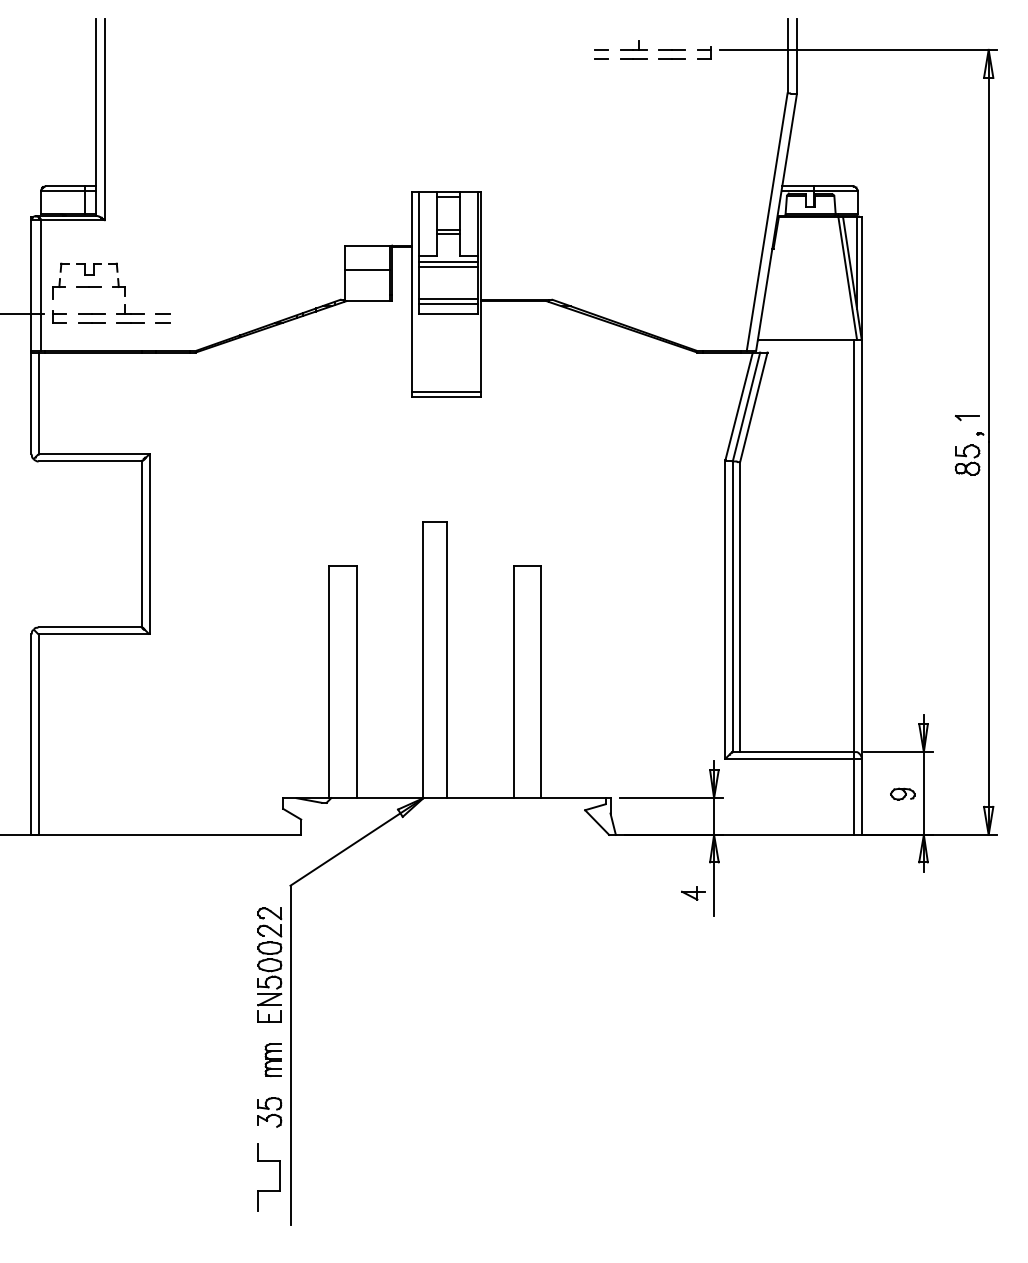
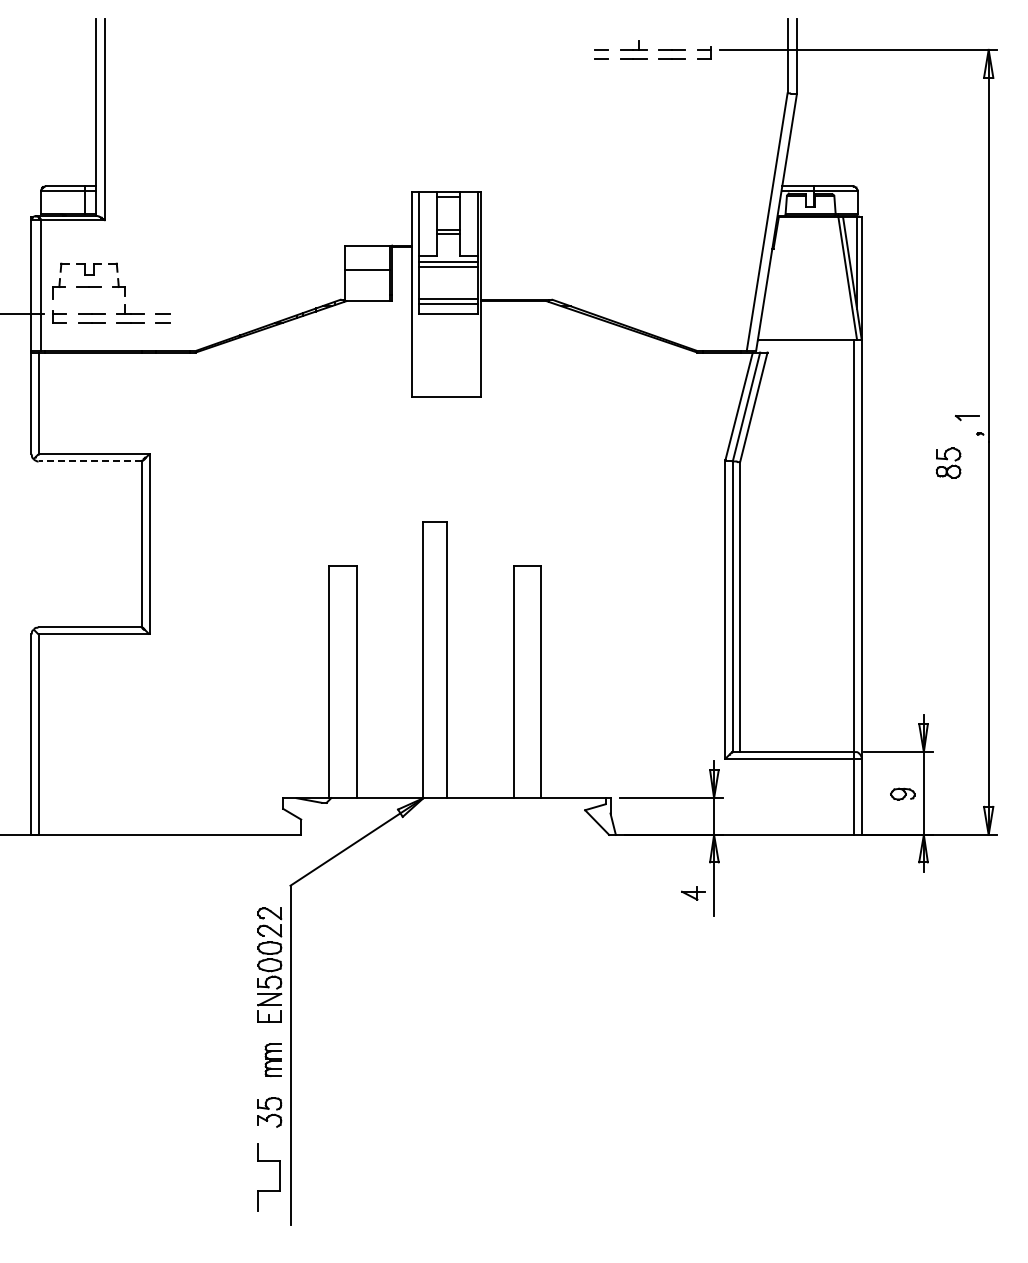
line at (446, 391): present -> none
part at (967, 459) position: (967, 459) -> (948, 462)
line at (90, 461): solid -> dashed
